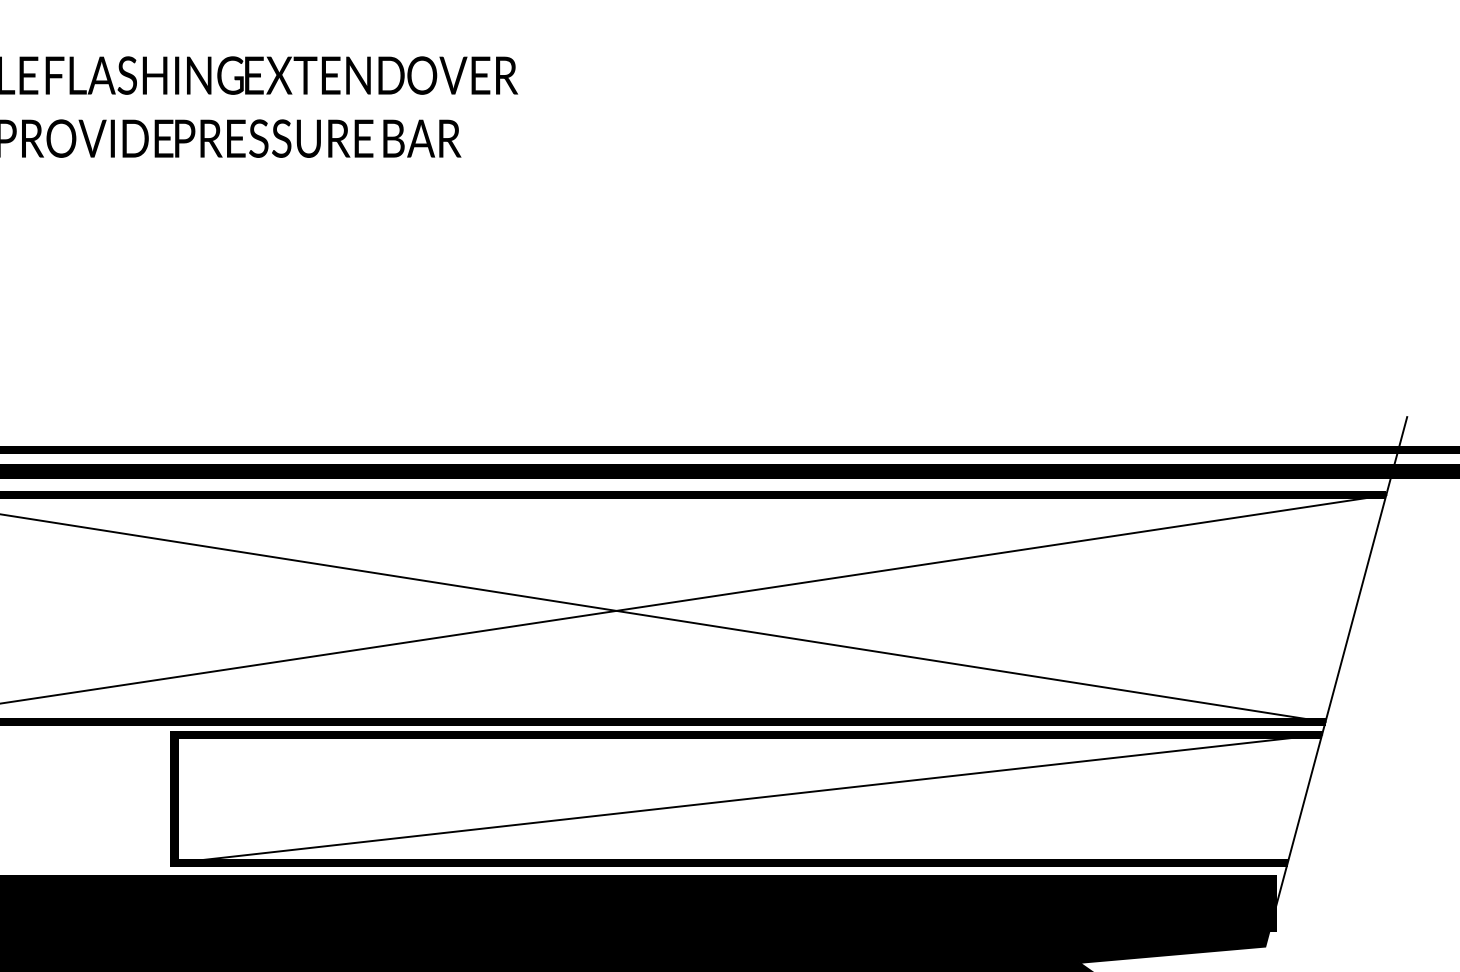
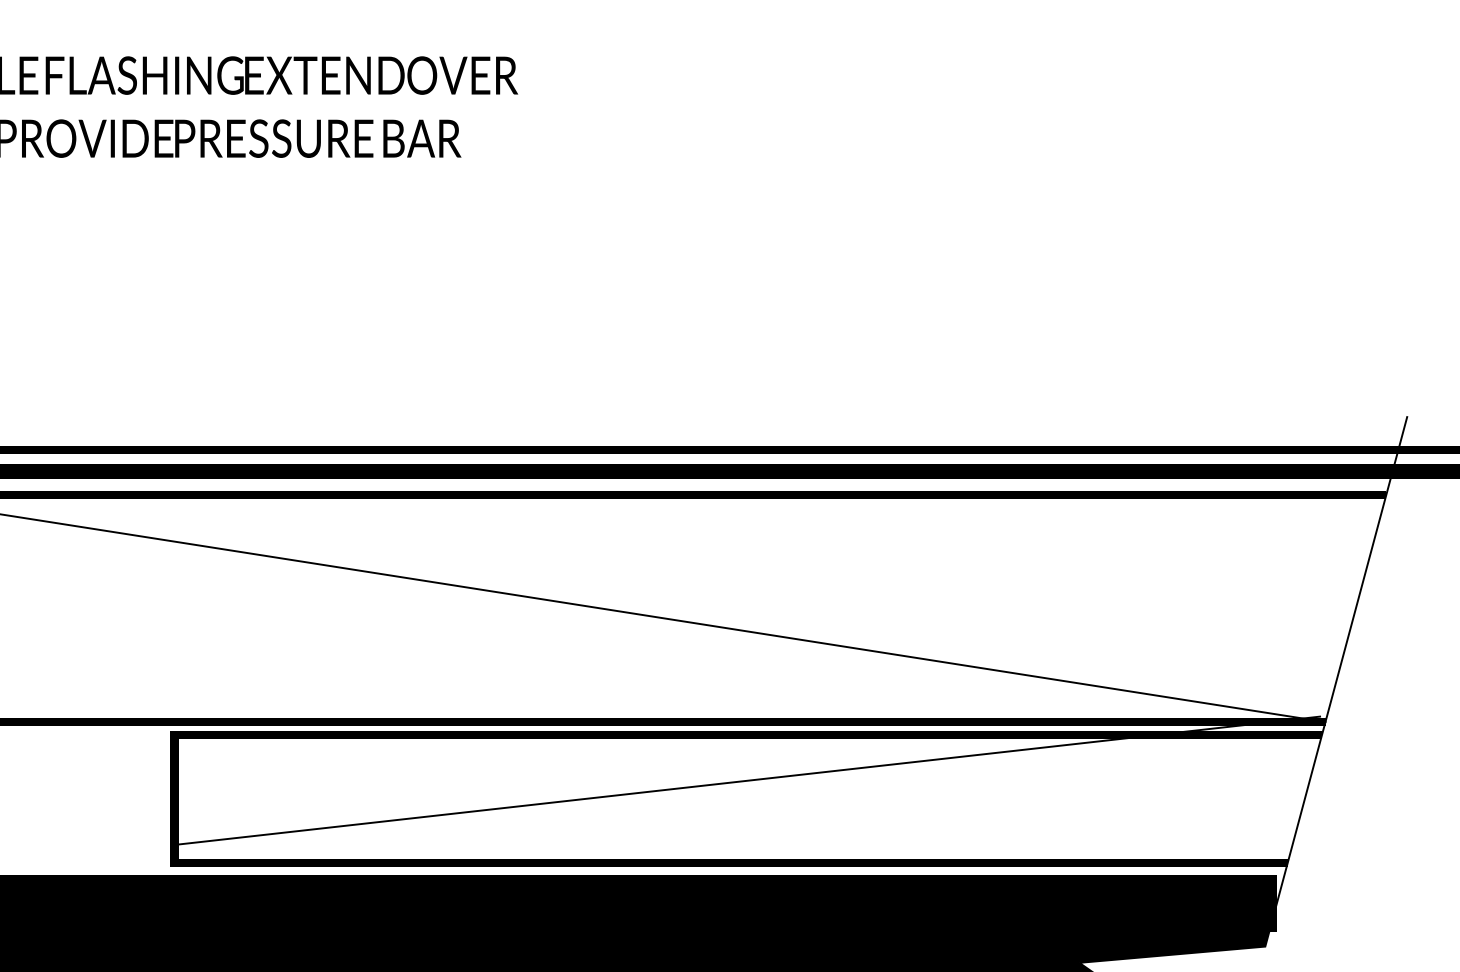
line at (694, 599): present -> none
line at (748, 798) position: (748, 798) -> (746, 780)
